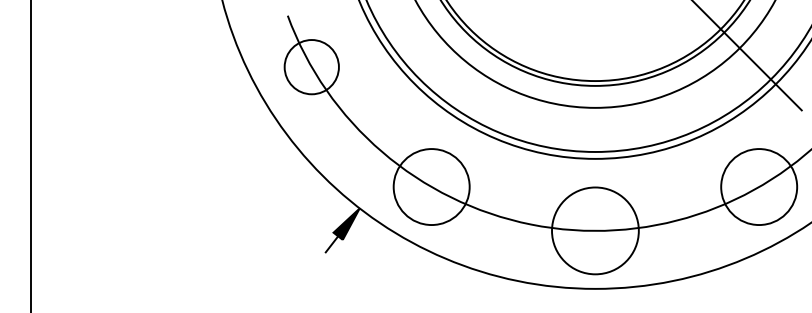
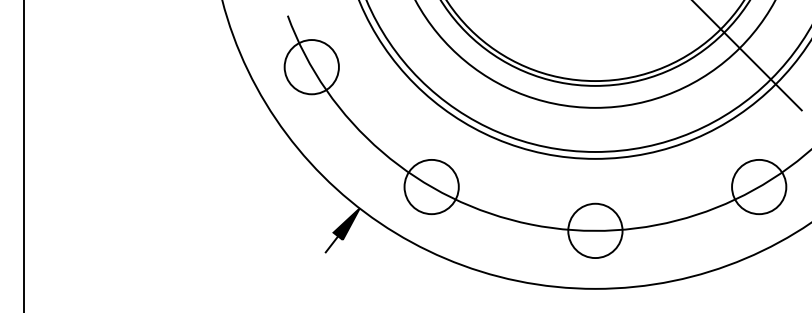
line at (31, 155) position: (31, 155) -> (24, 155)
circle at (431, 187) diameter: 76 px -> 54 px
circle at (759, 187) diameter: 76 px -> 54 px
circle at (595, 230) diameter: 87 px -> 54 px
